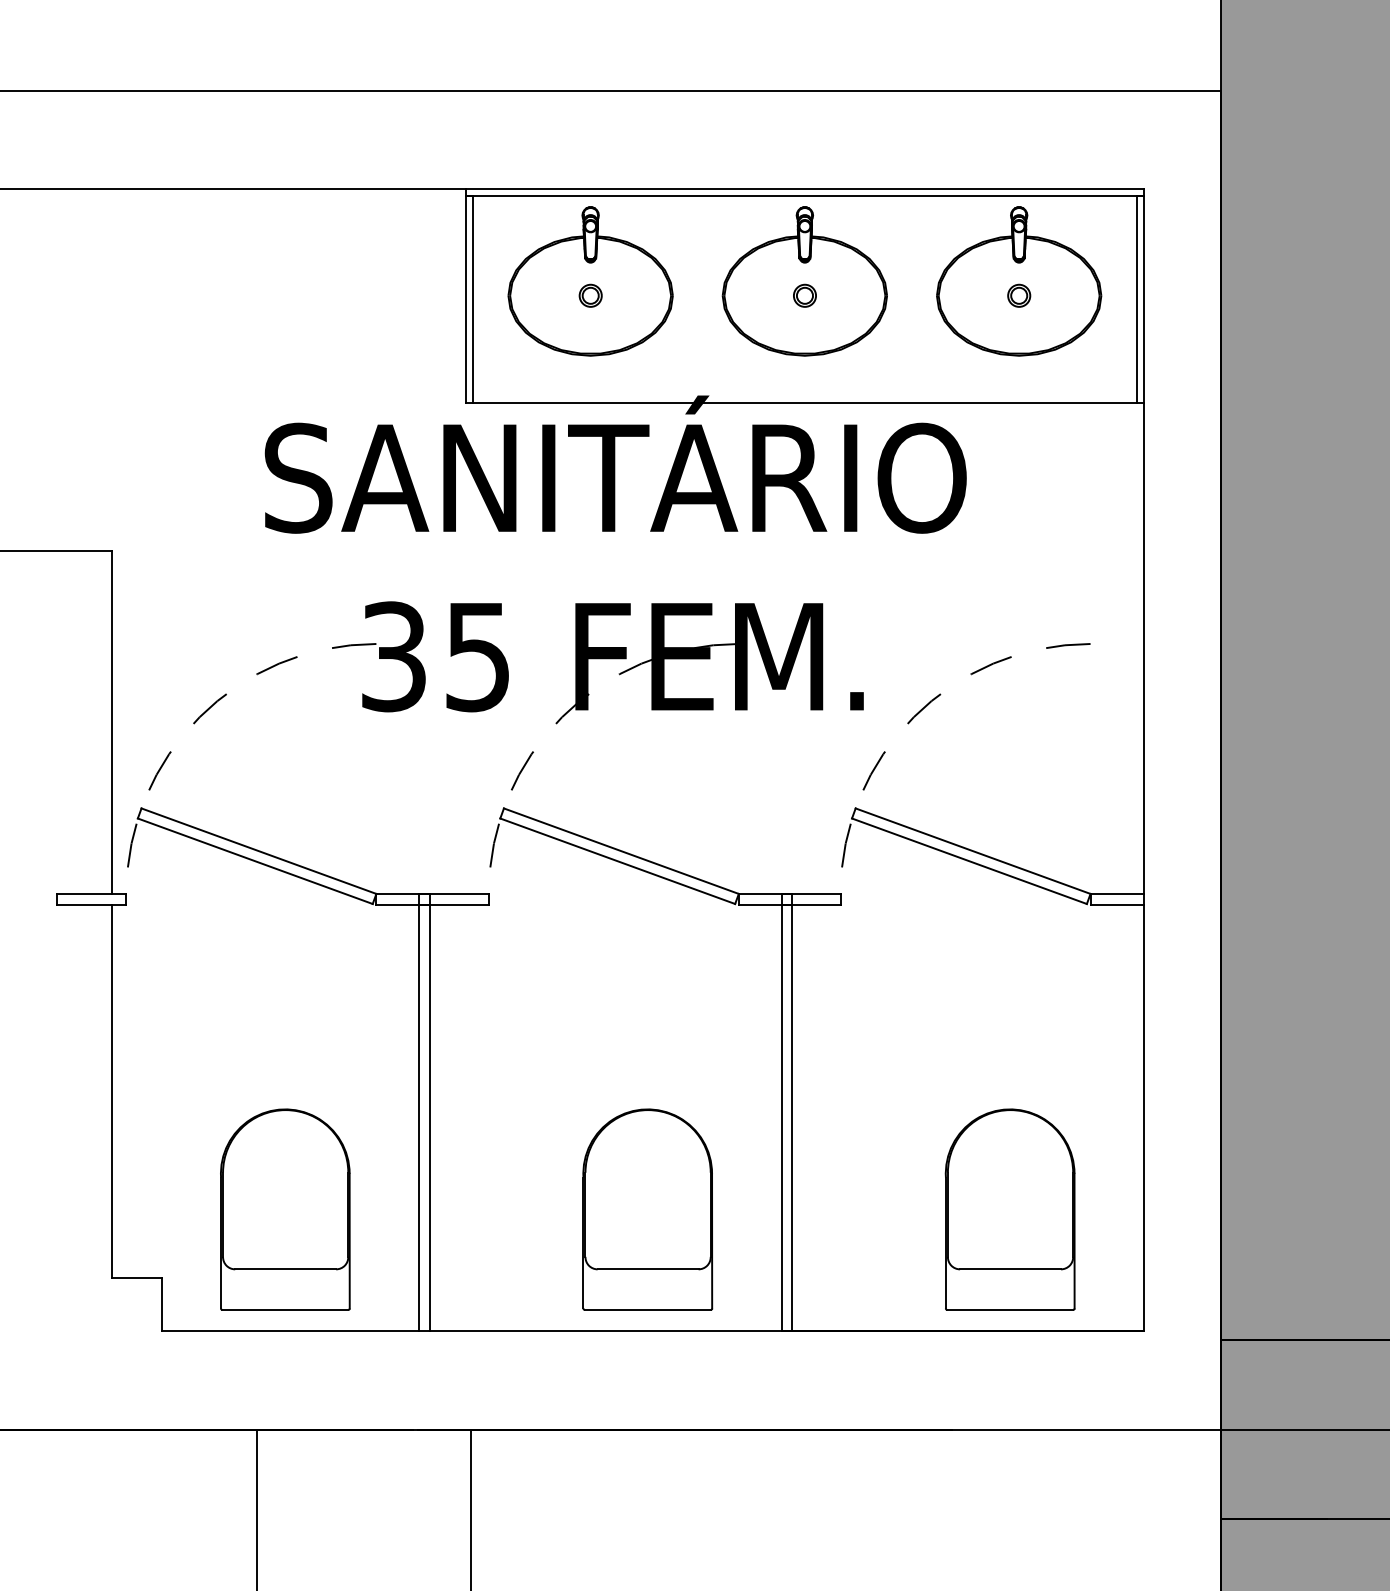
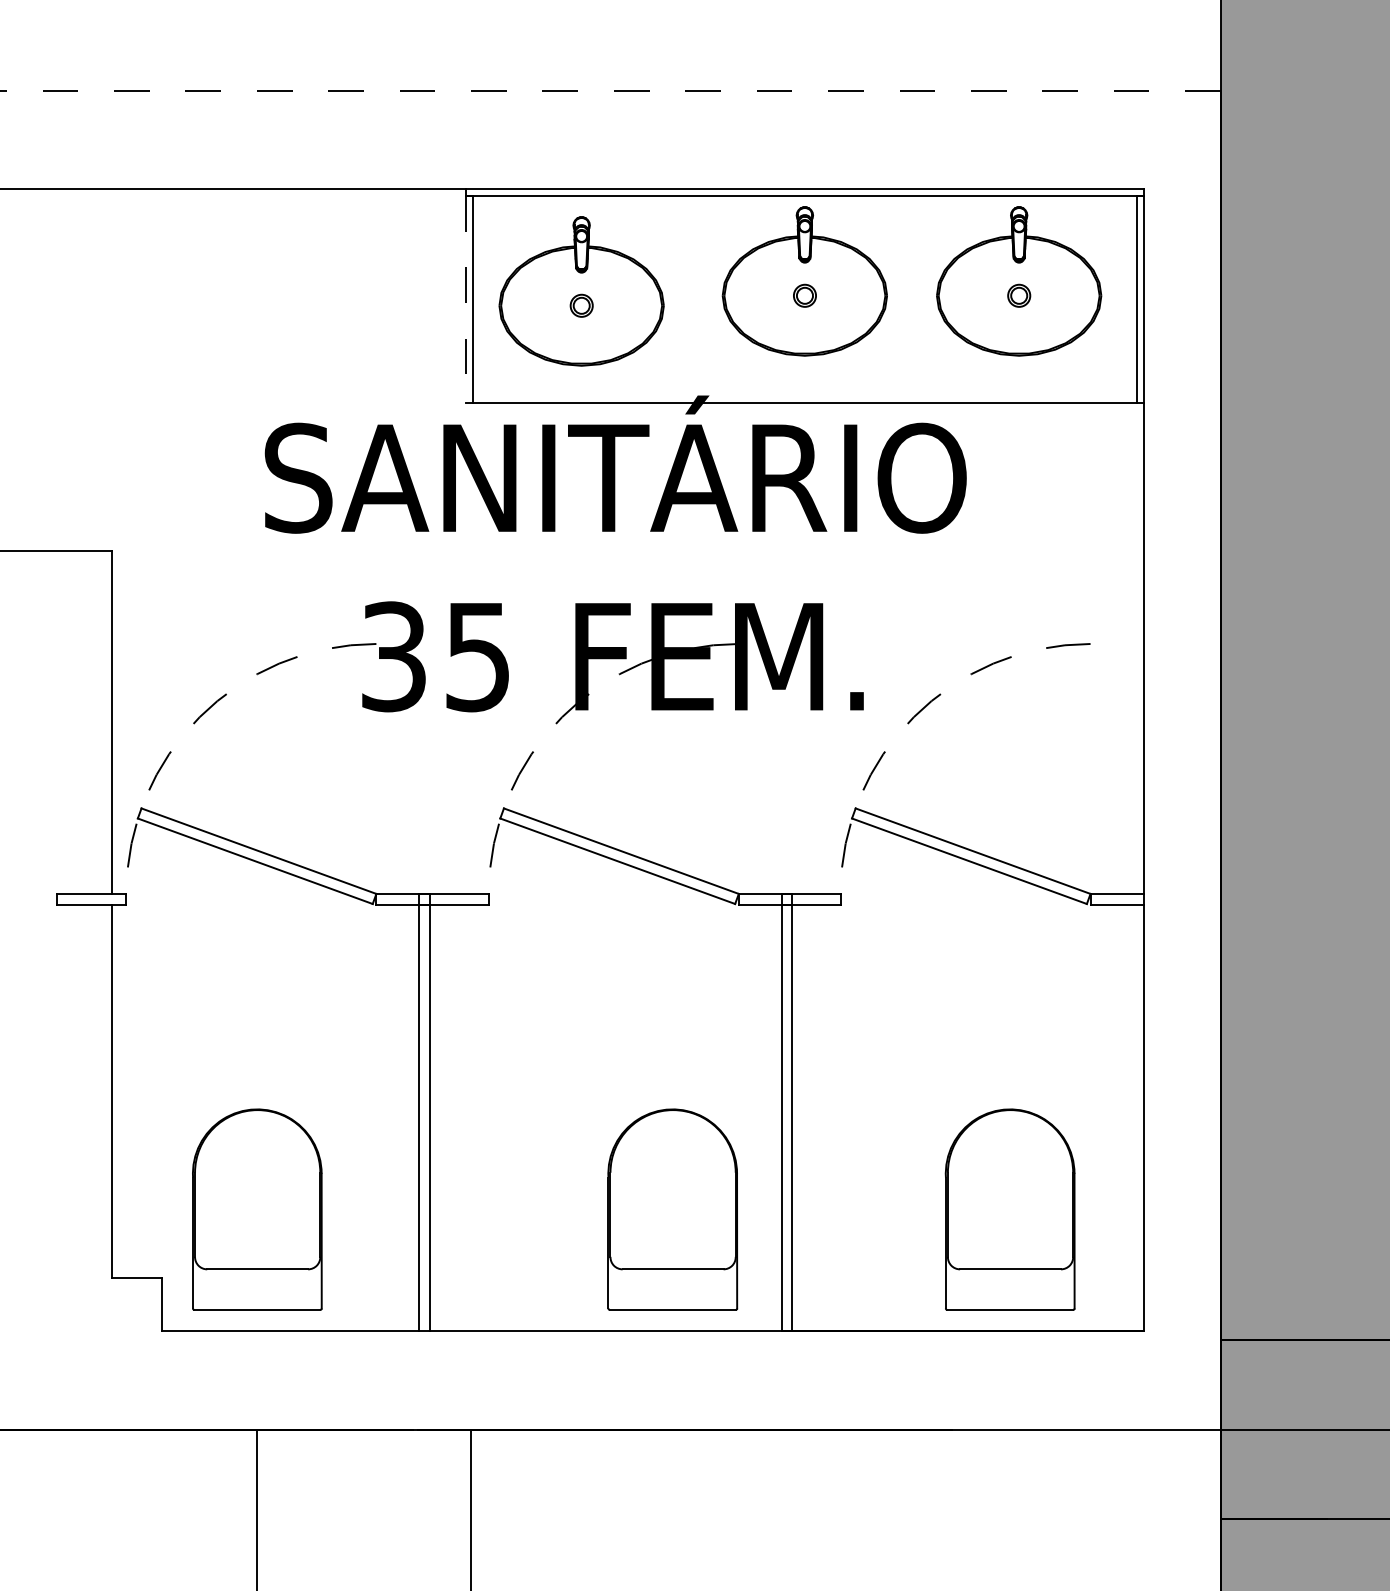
line at (610, 90): solid -> dashed
part at (590, 281) position: (590, 281) -> (581, 291)
line at (465, 299): solid -> dashed
part at (285, 1209) position: (285, 1209) -> (257, 1209)
part at (647, 1209) position: (647, 1209) -> (672, 1209)
